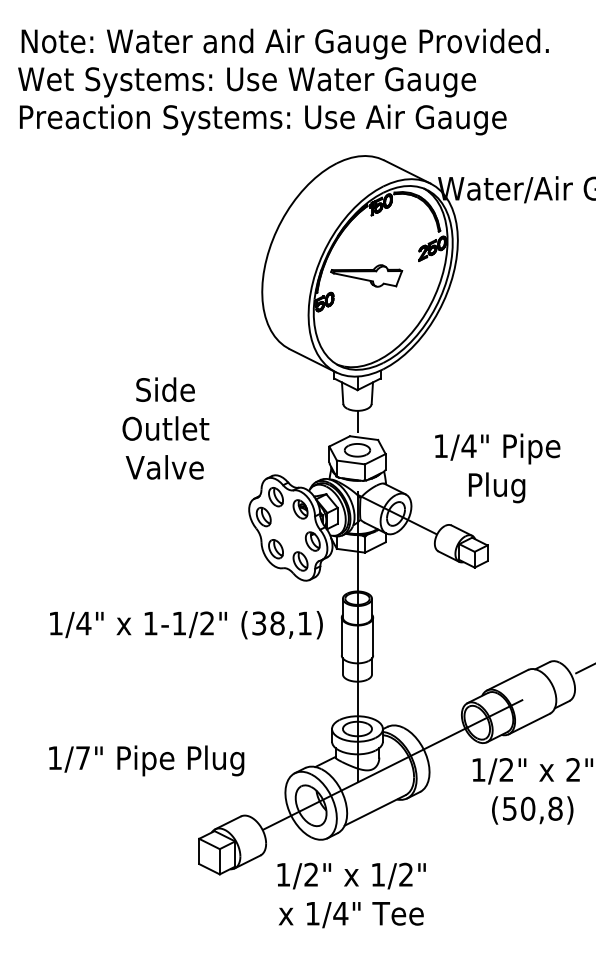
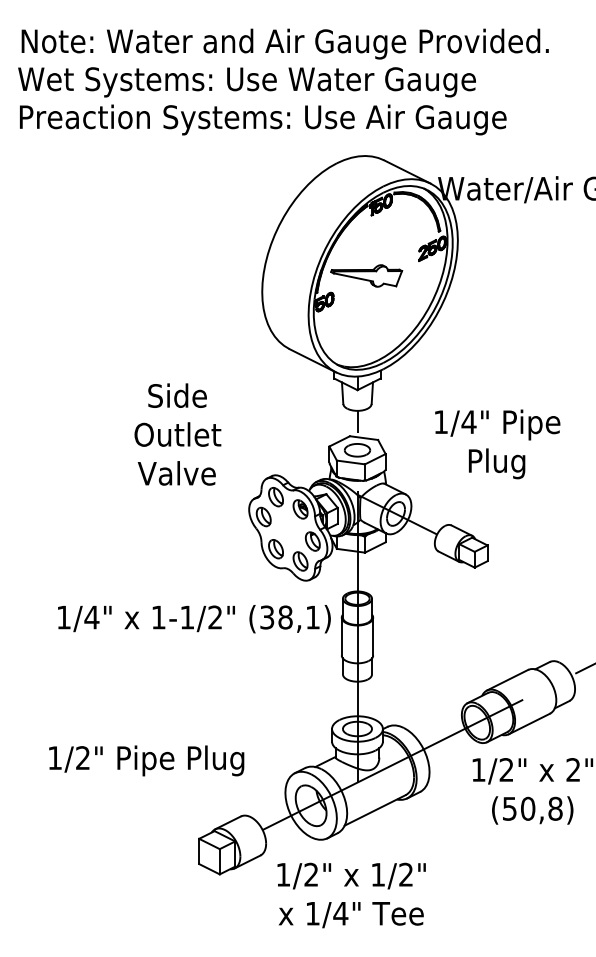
text at (165, 428) position: (165, 428) -> (177, 434)
text at (497, 468) position: (497, 468) -> (497, 444)
text at (186, 625) position: (186, 625) -> (194, 619)
text at (82, 757): 1/7" -> 1/2"
